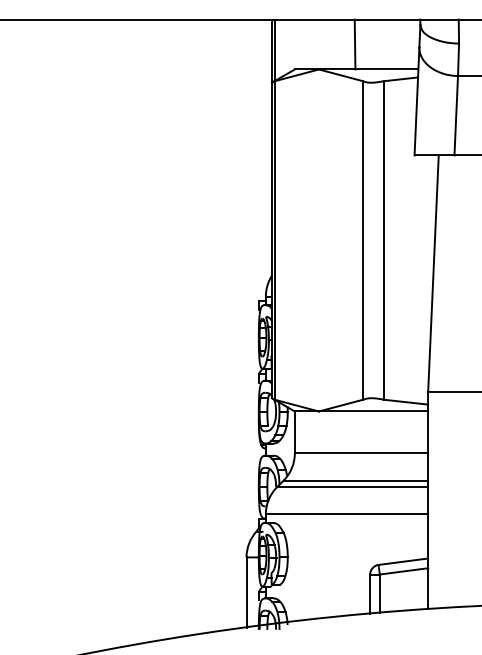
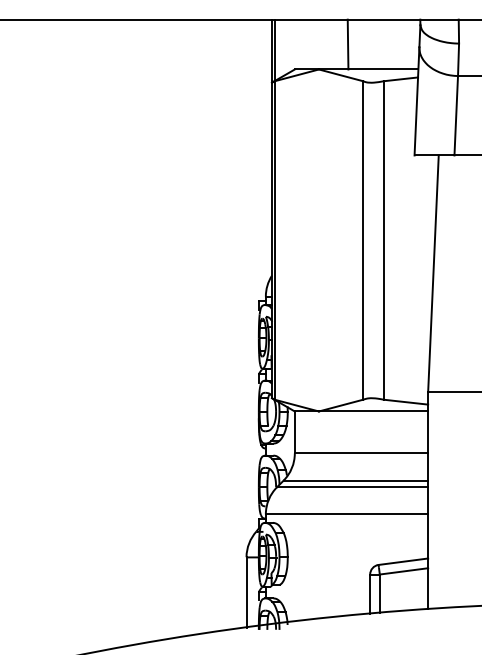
line at (354, 44) position: (354, 44) -> (347, 44)
